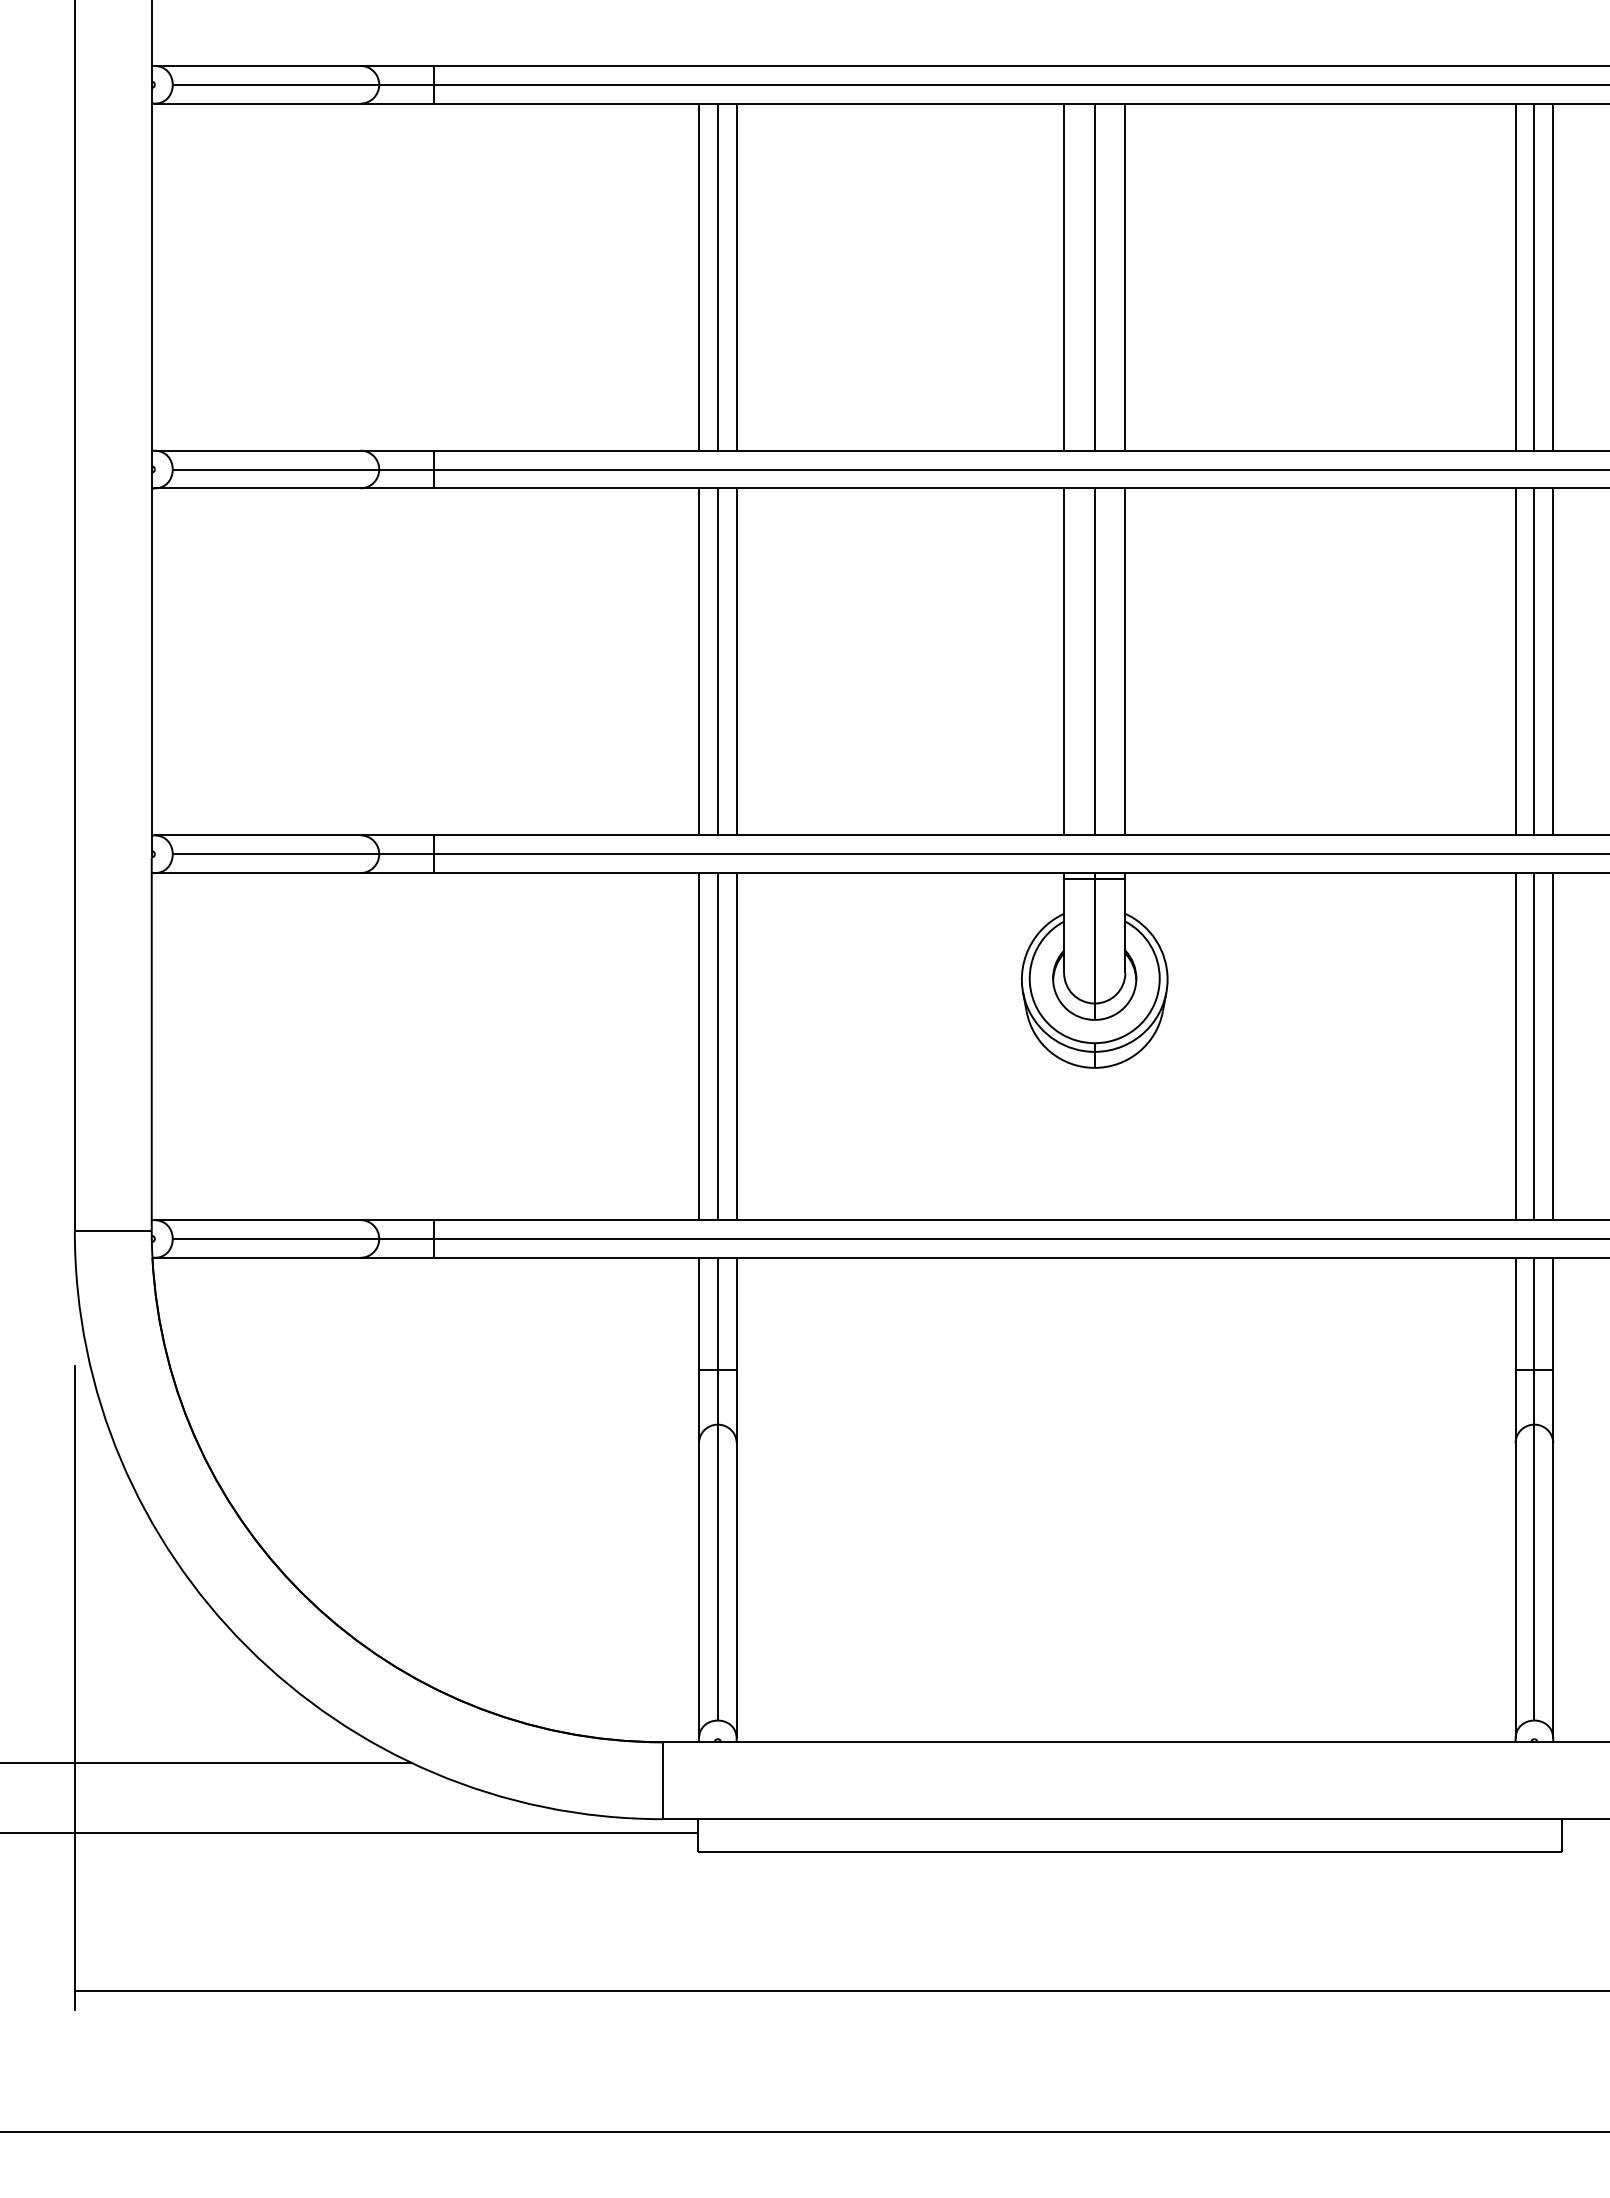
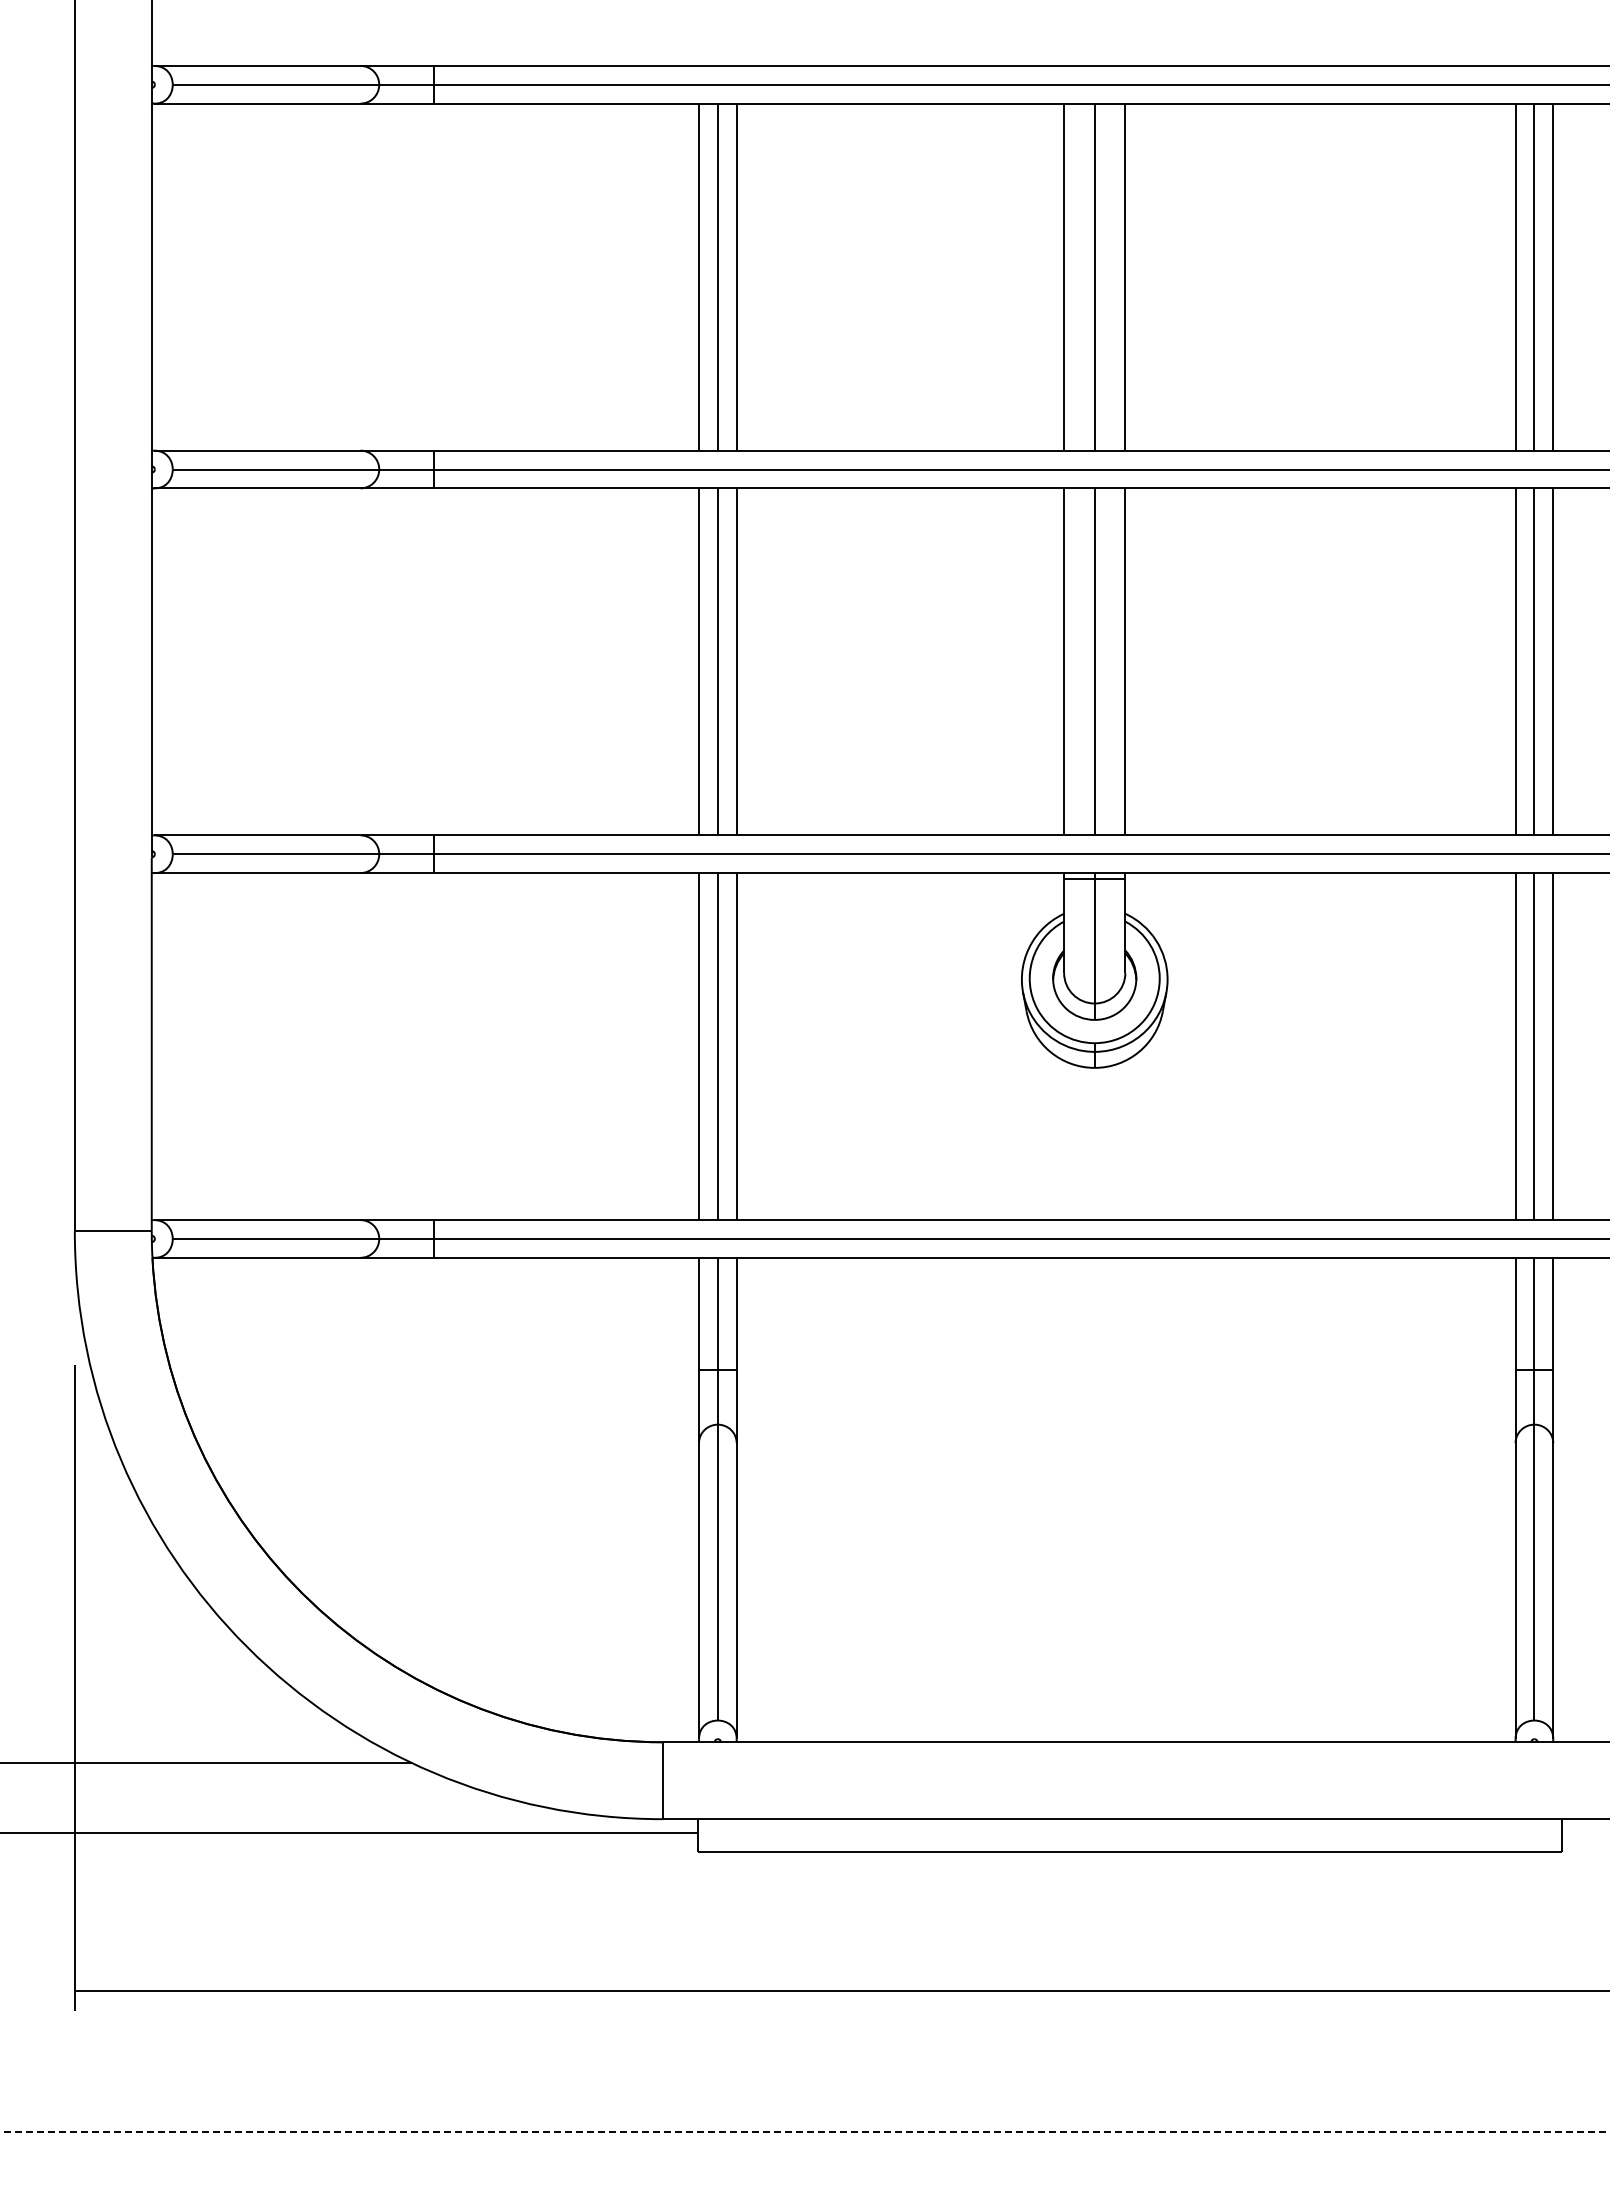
line at (804, 2132): solid -> dashed
